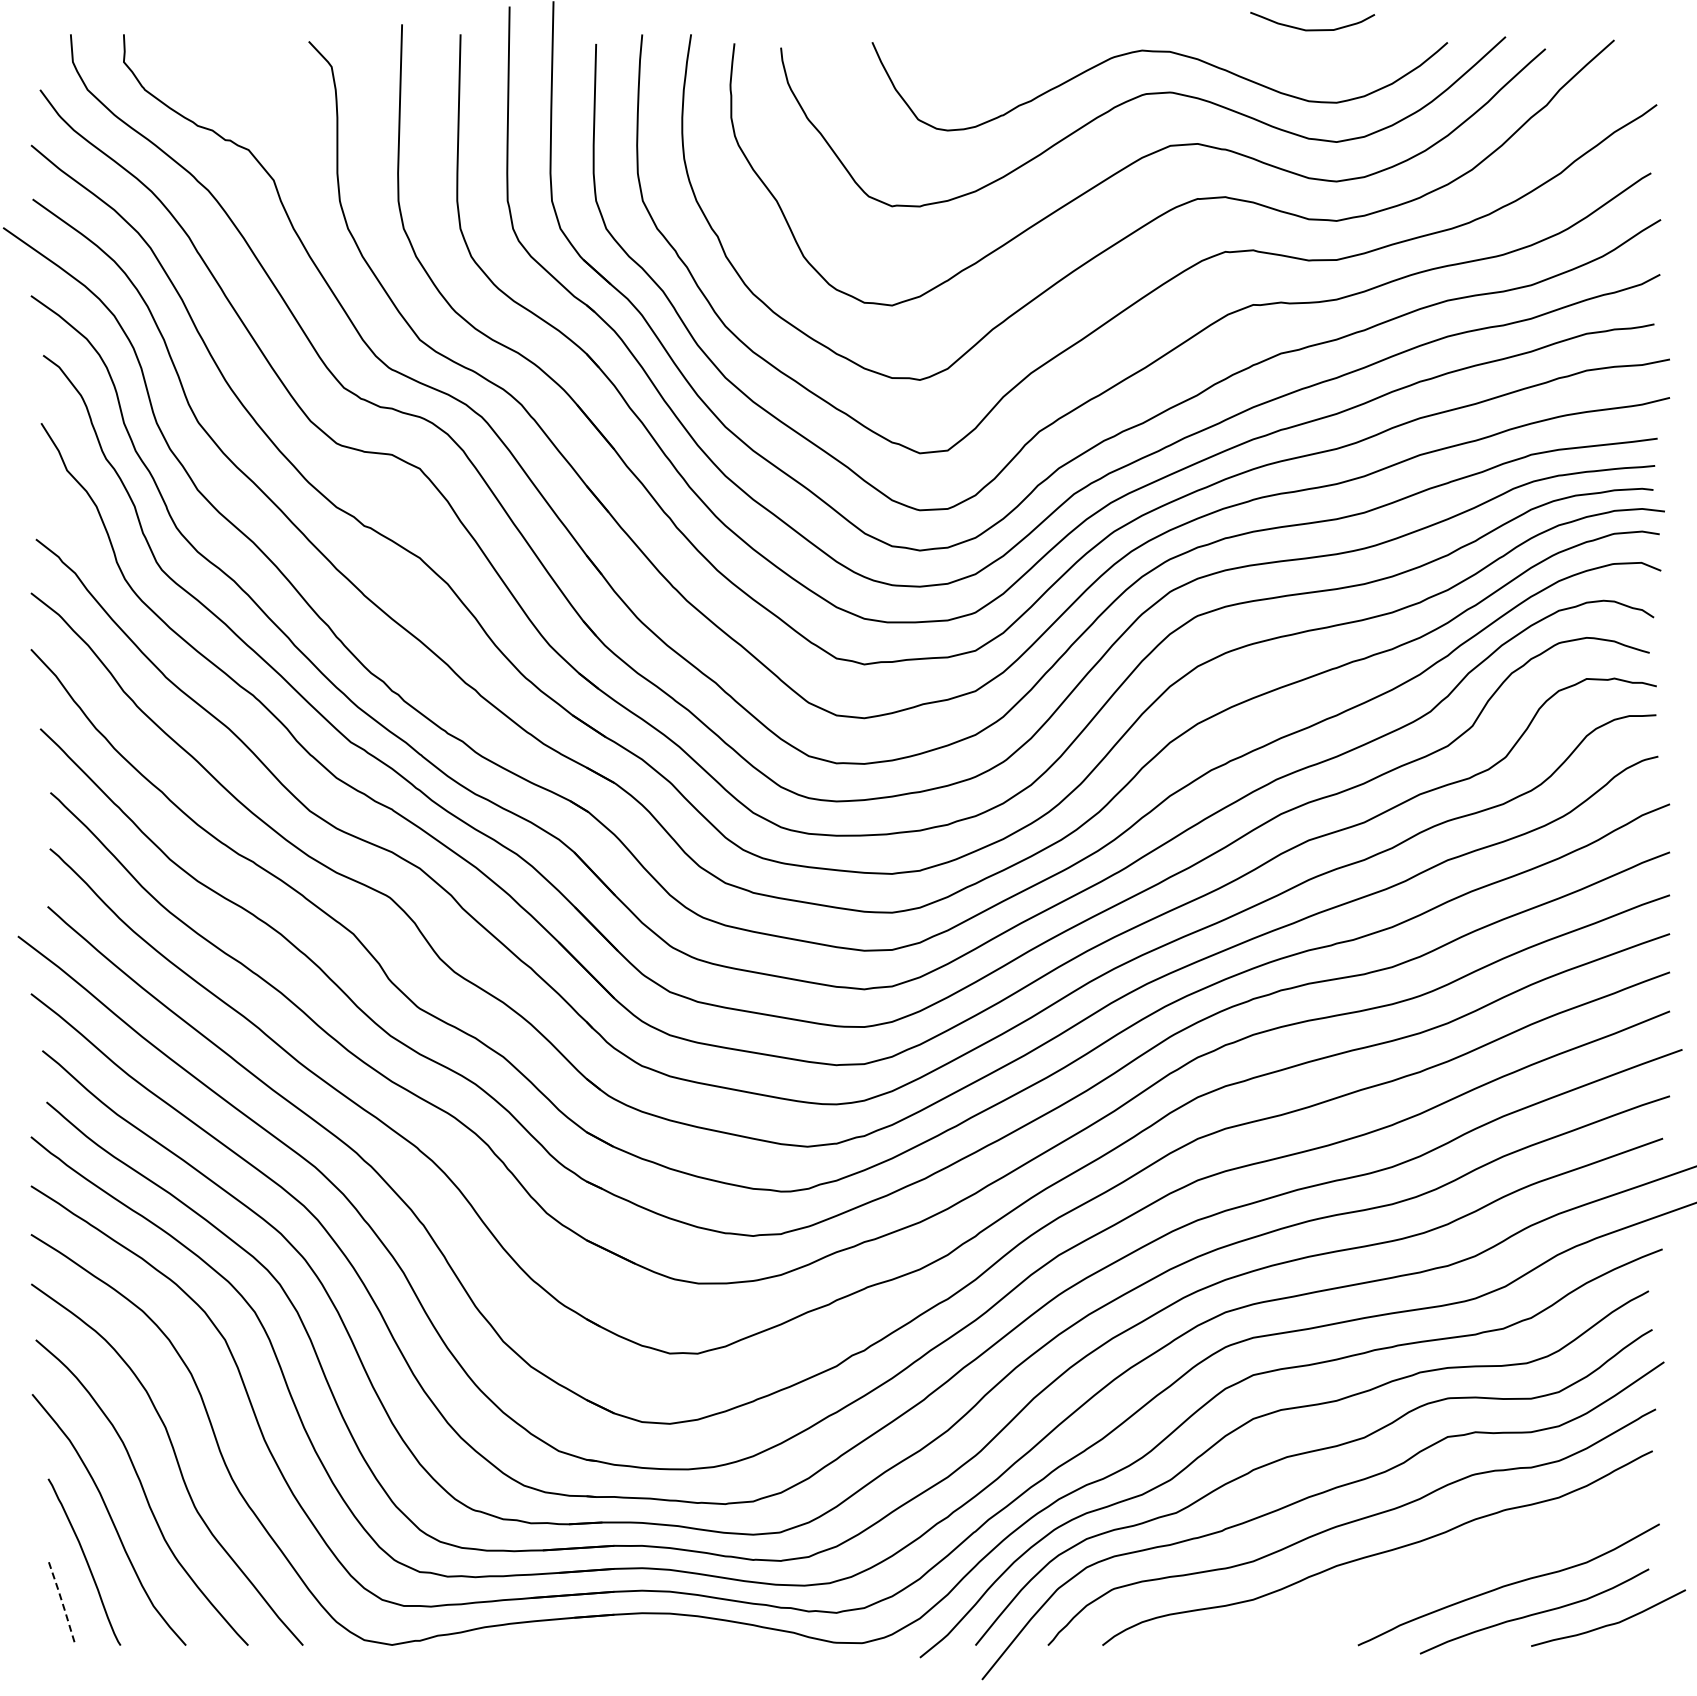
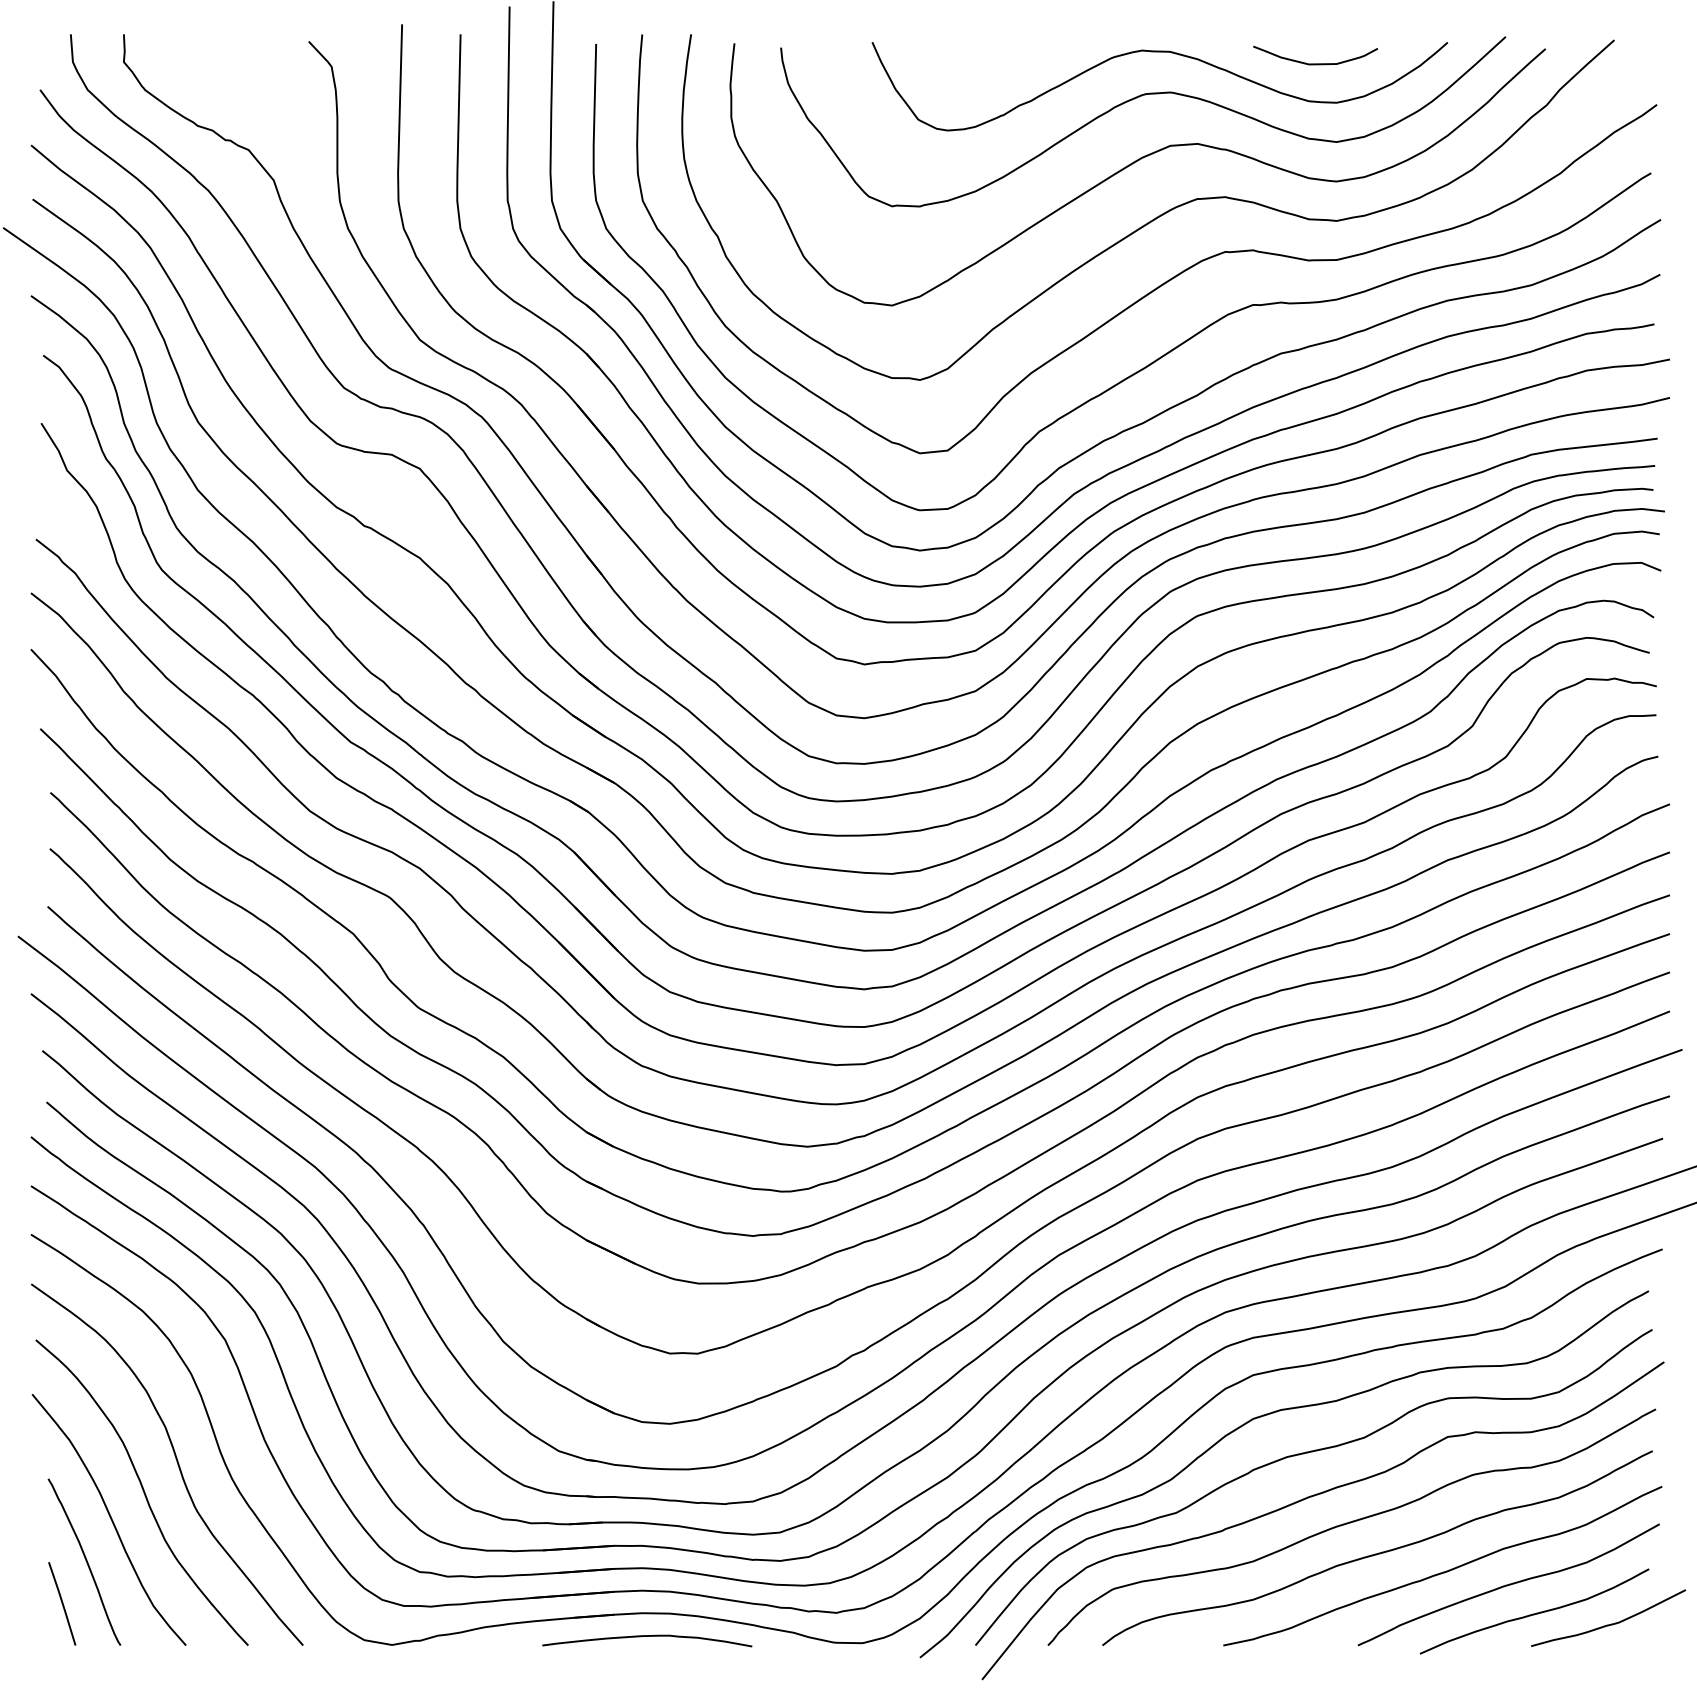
curve at (1312, 29) position: (1312, 29) -> (1315, 63)
curve at (1443, 1571): none -> present
line at (62, 1603): dashed -> solid
curve at (647, 1636): none -> present
